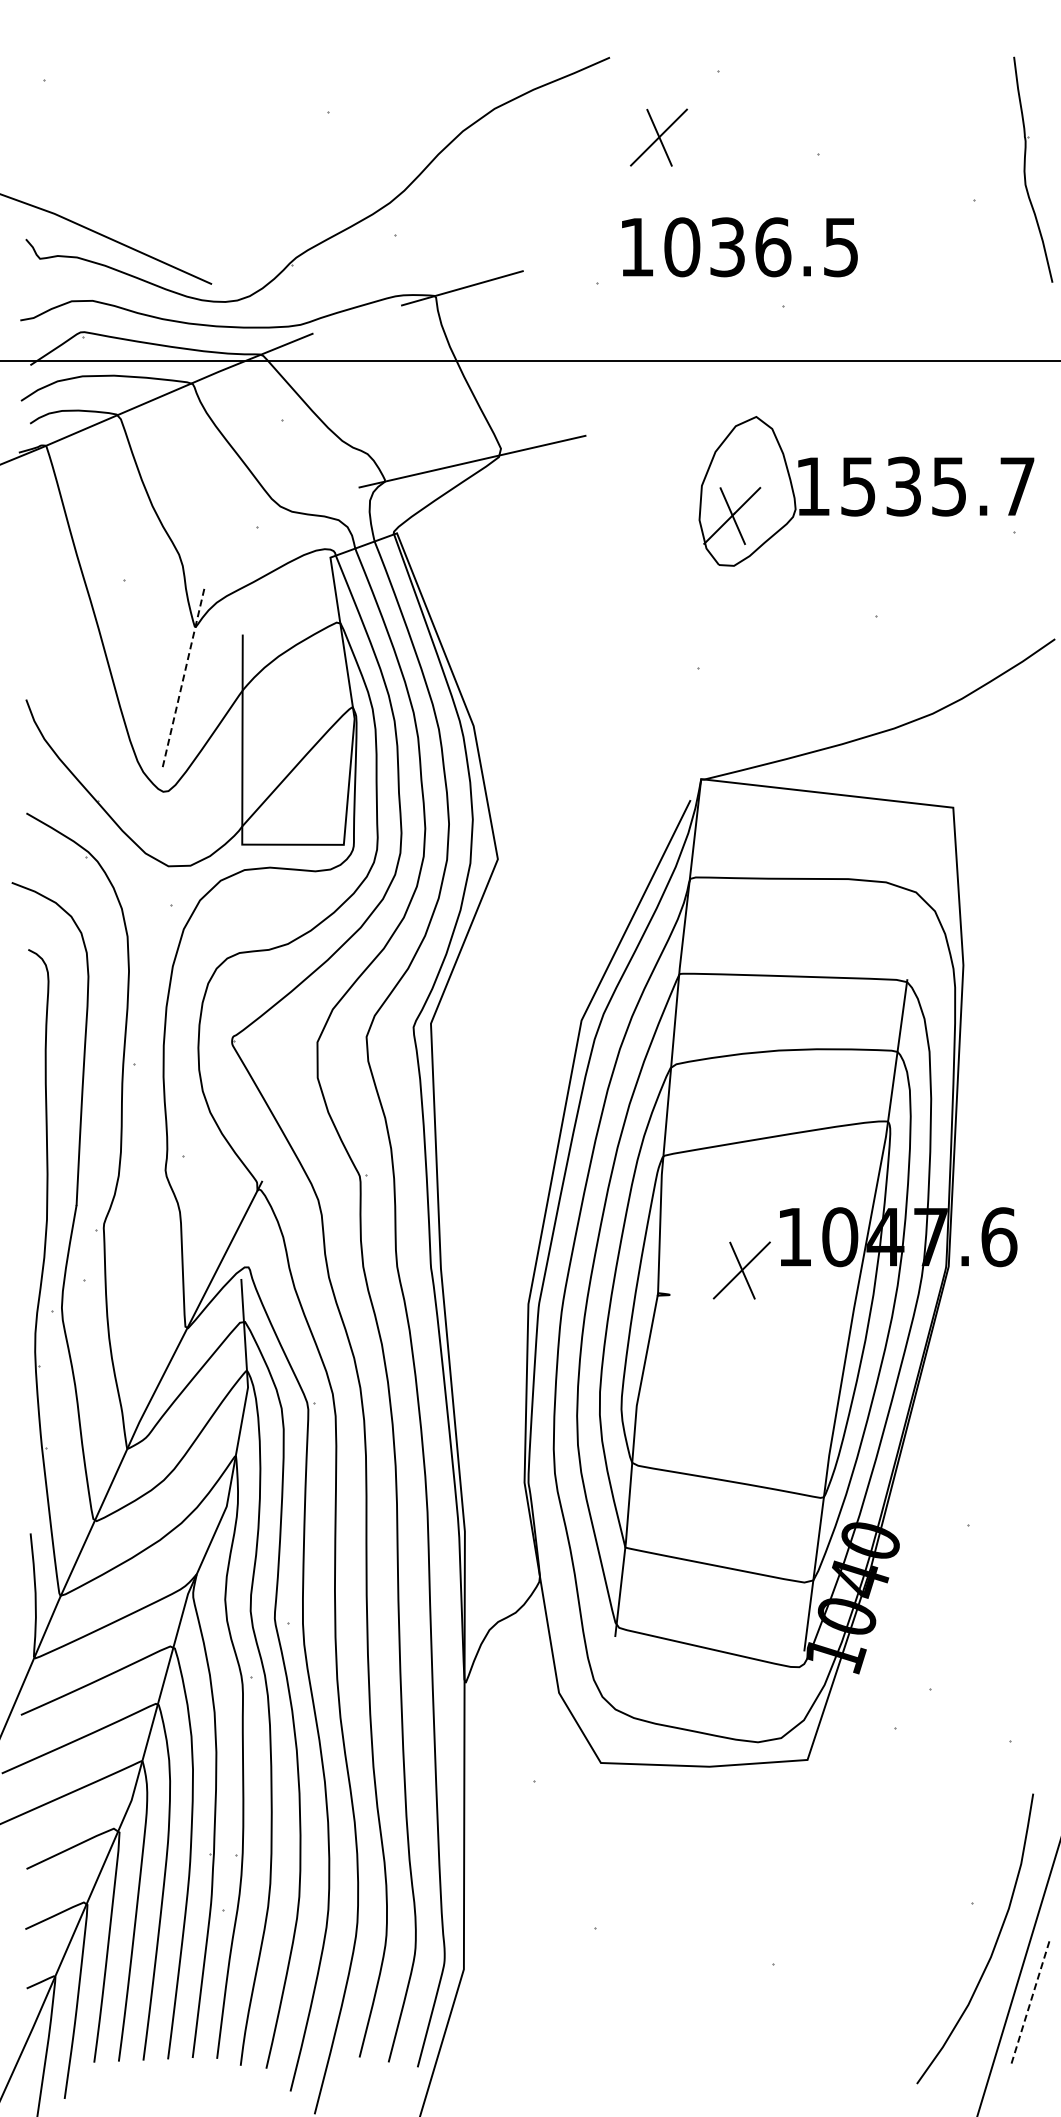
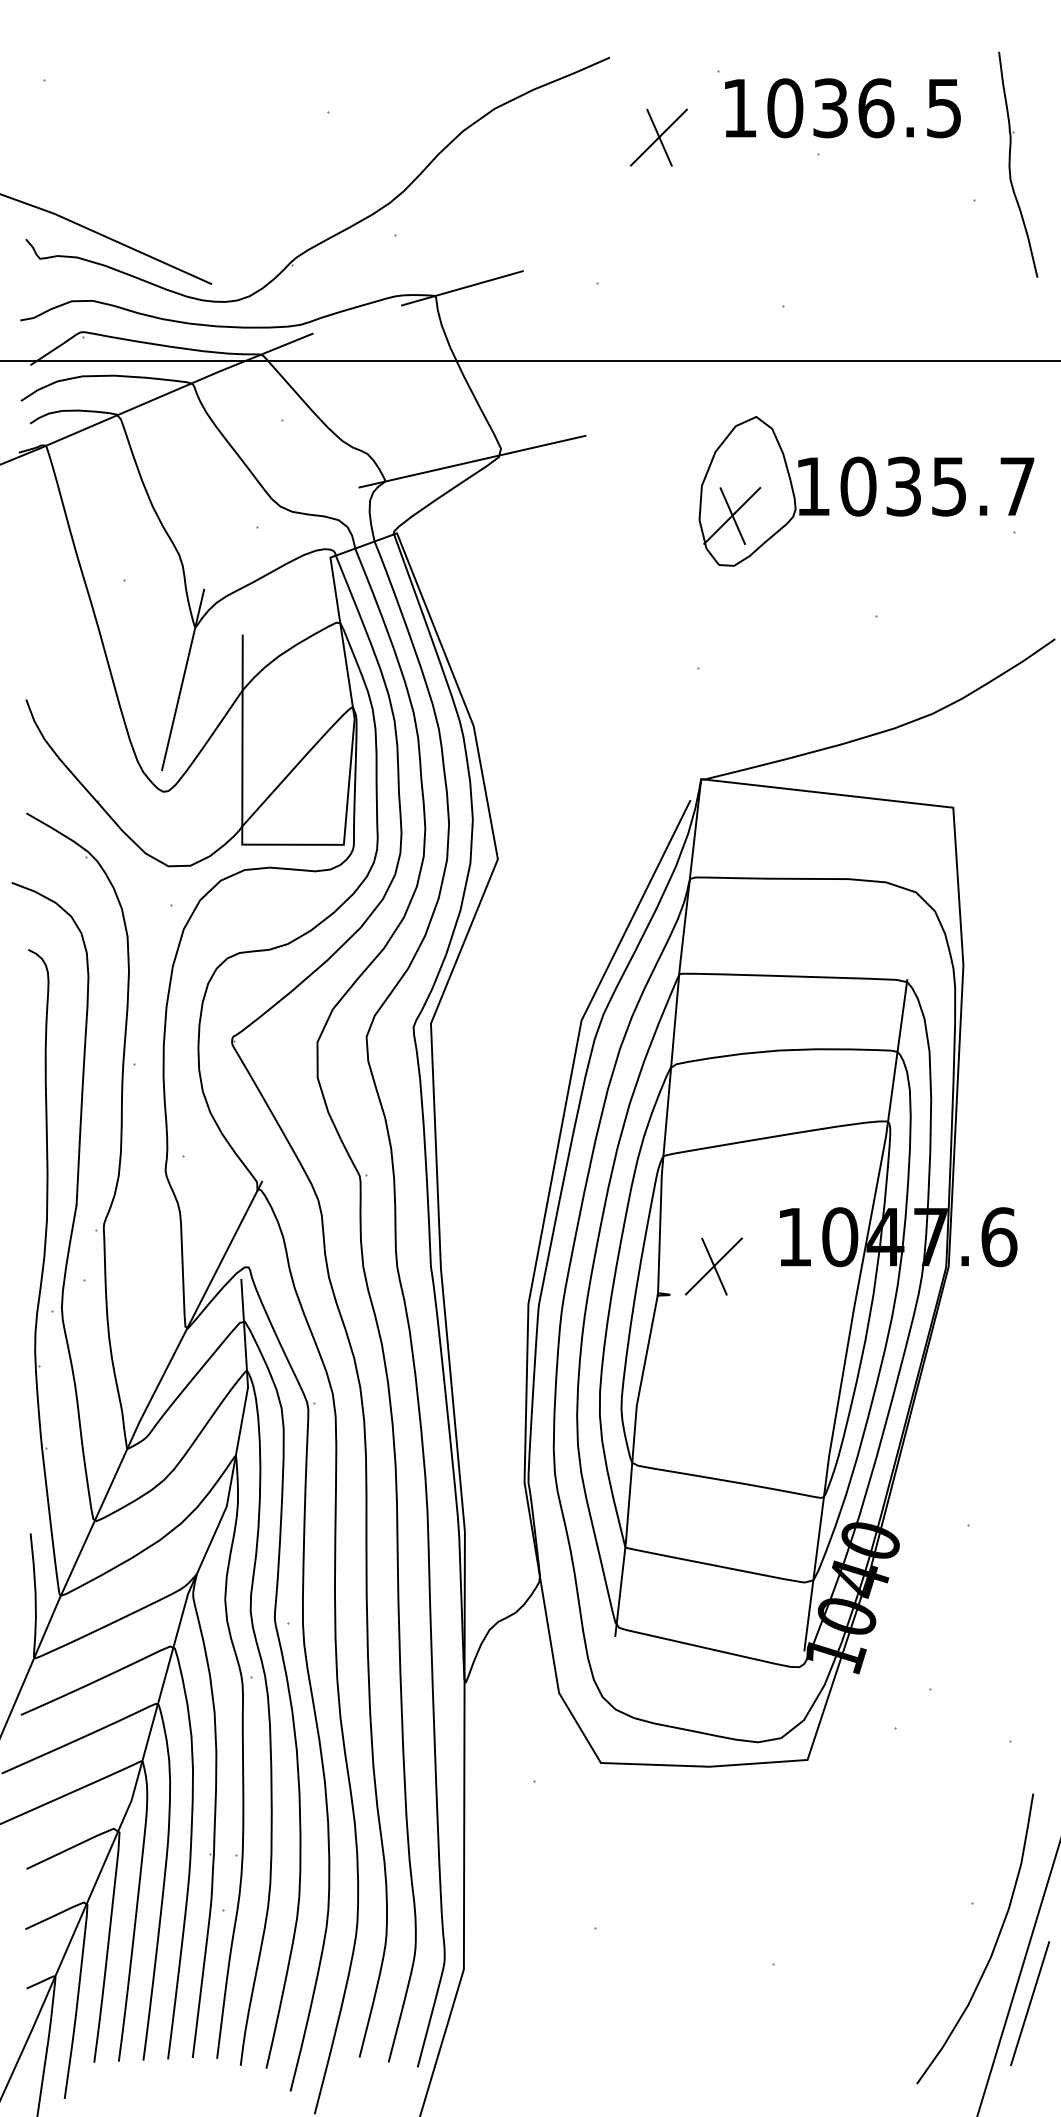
part at (1025, 169) position: (1025, 169) -> (1010, 164)
text at (739, 247) position: (739, 247) -> (842, 108)
text at (858, 486): 1535.7 -> 1035.7
line at (182, 680): dashed -> solid
part at (741, 1270) position: (741, 1270) -> (713, 1266)
line at (1029, 2004): dashed -> solid
